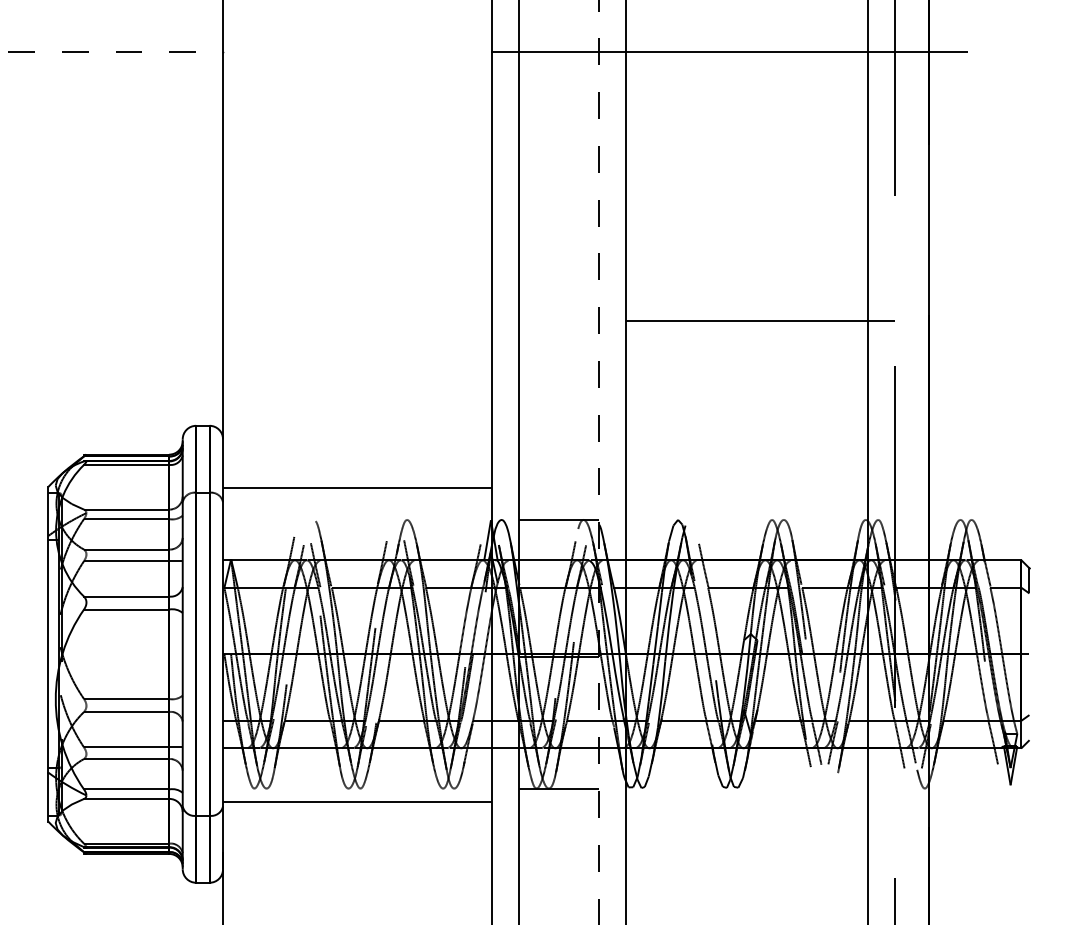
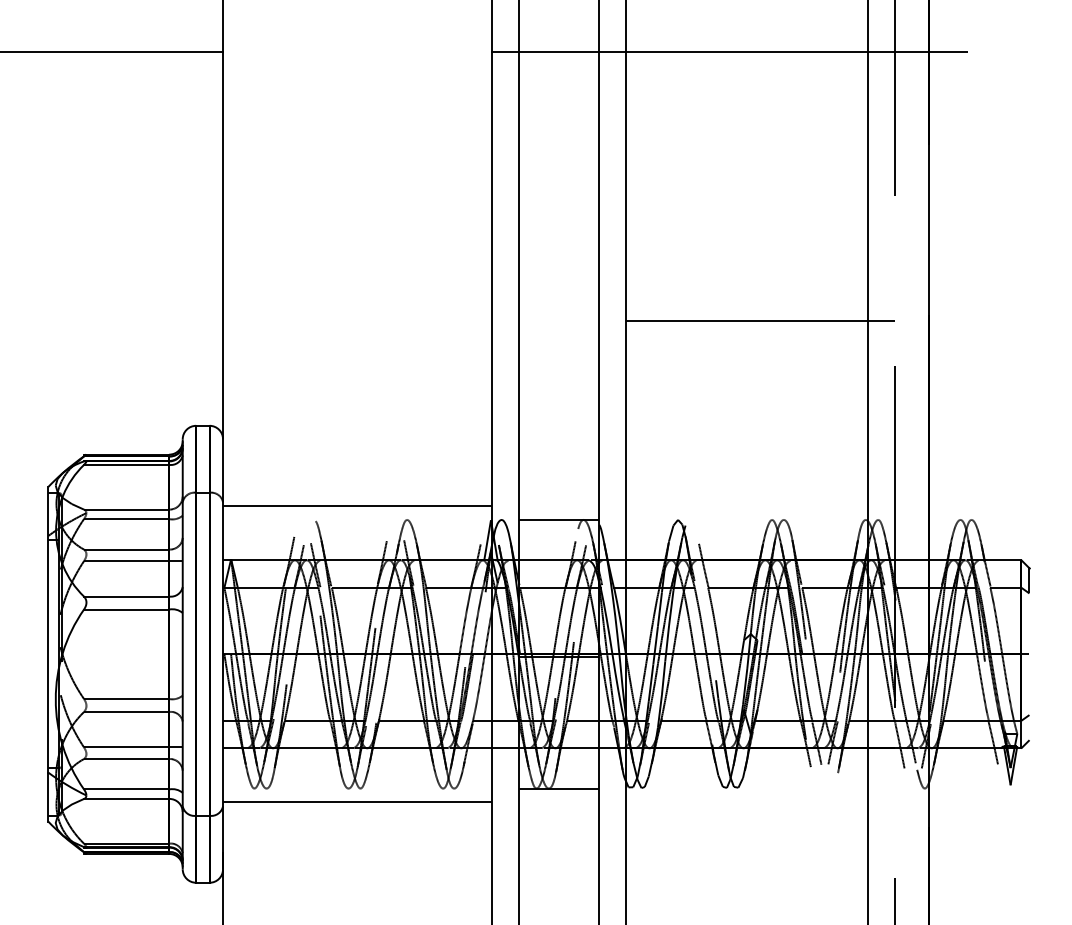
line at (112, 51): dashed -> solid
line at (599, 462): dashed -> solid
line at (357, 488) position: (357, 488) -> (357, 506)
